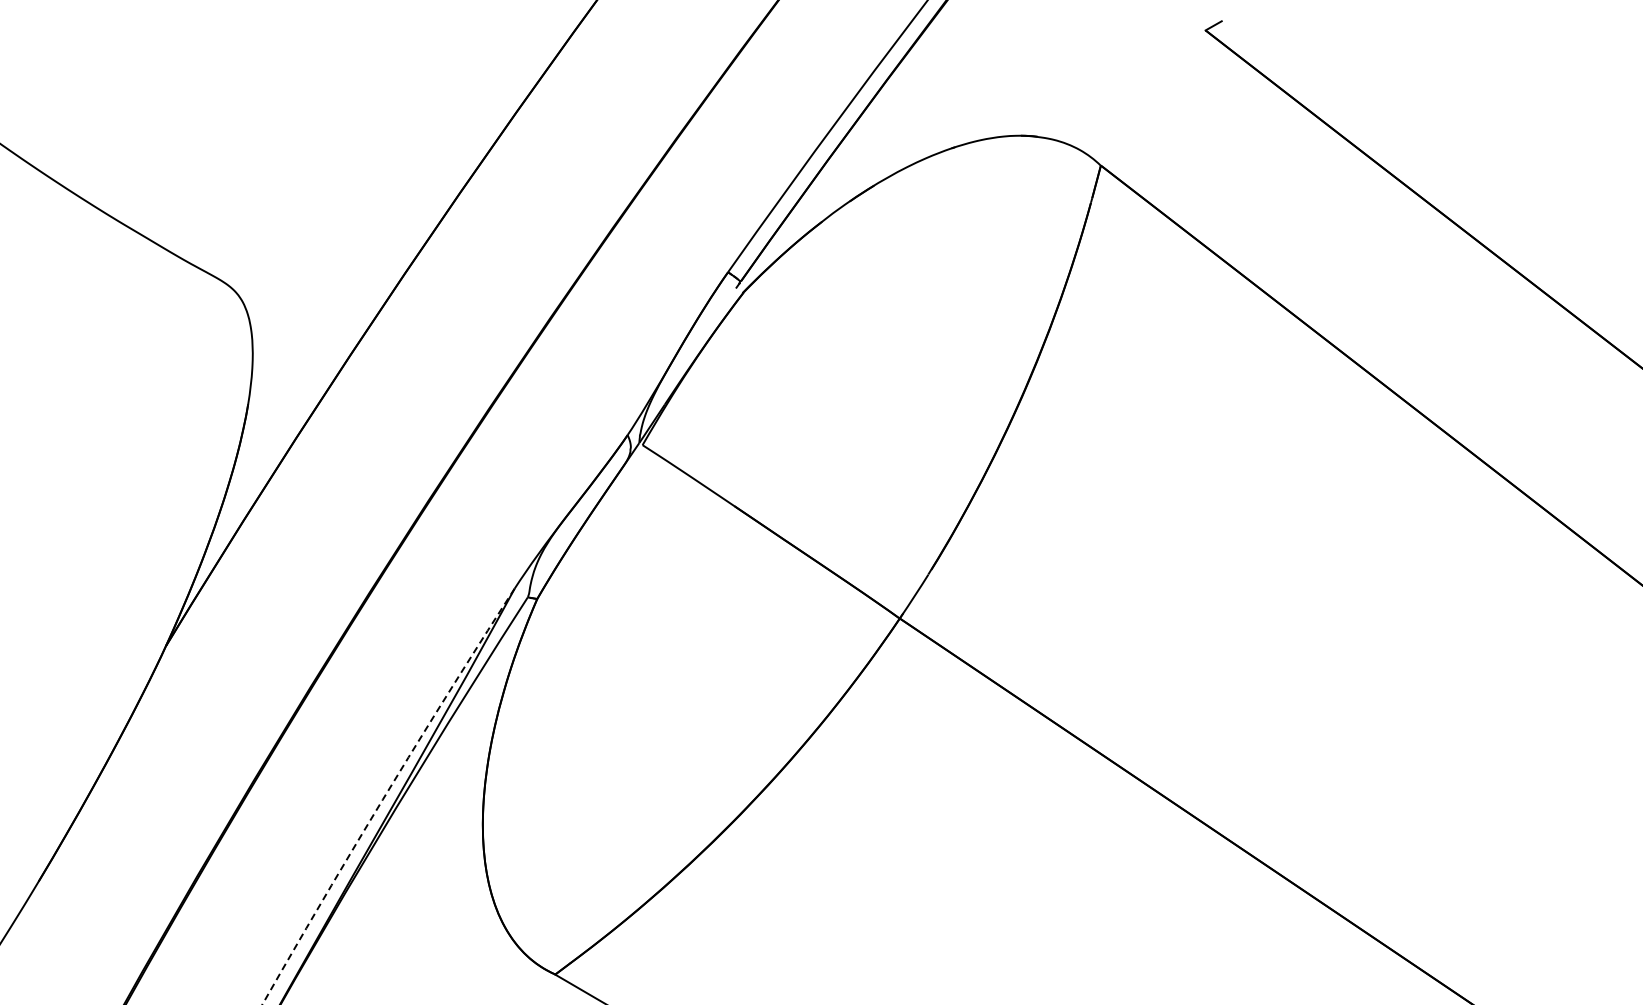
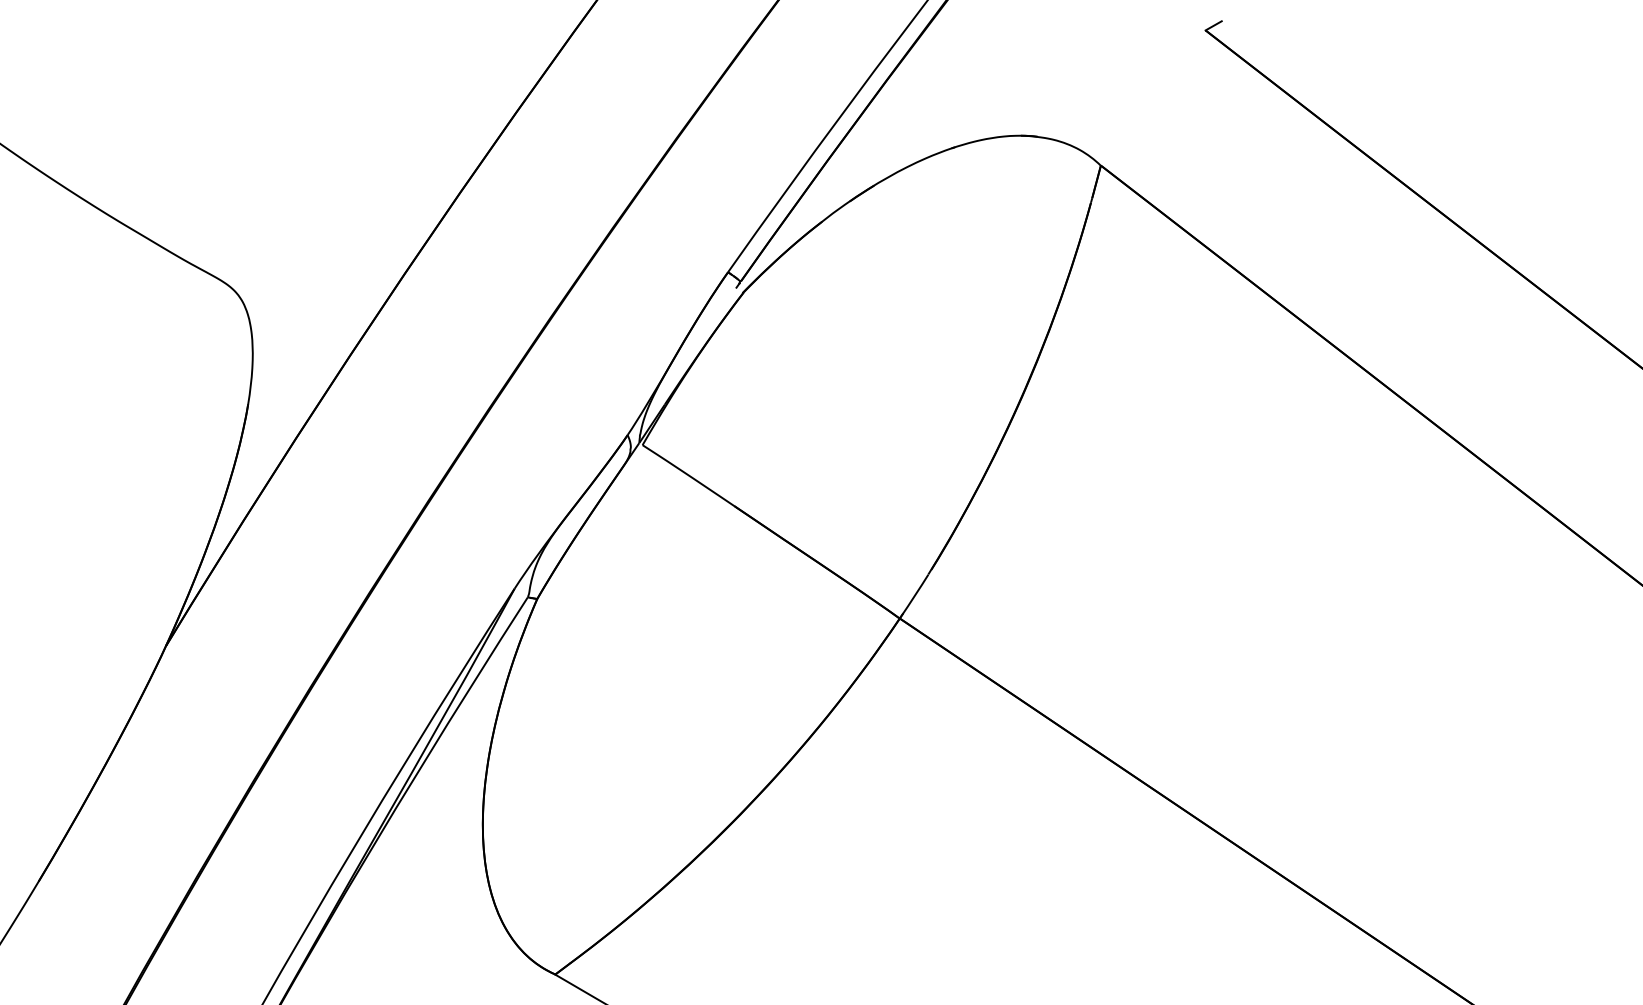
arc at (385, 794): dashed -> solid
